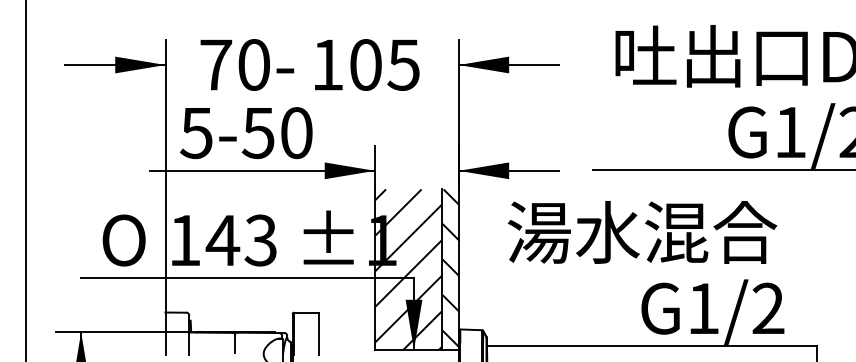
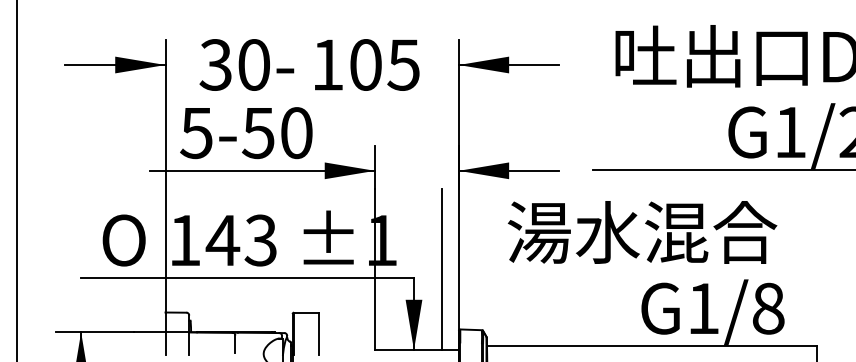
text at (215, 64): 70- -> 30-
line at (25, 180) position: (25, 180) -> (16, 180)
hatch at (450, 267): present -> none
hatch at (408, 269): present -> none
text at (768, 308): G1/2 -> G1/8
